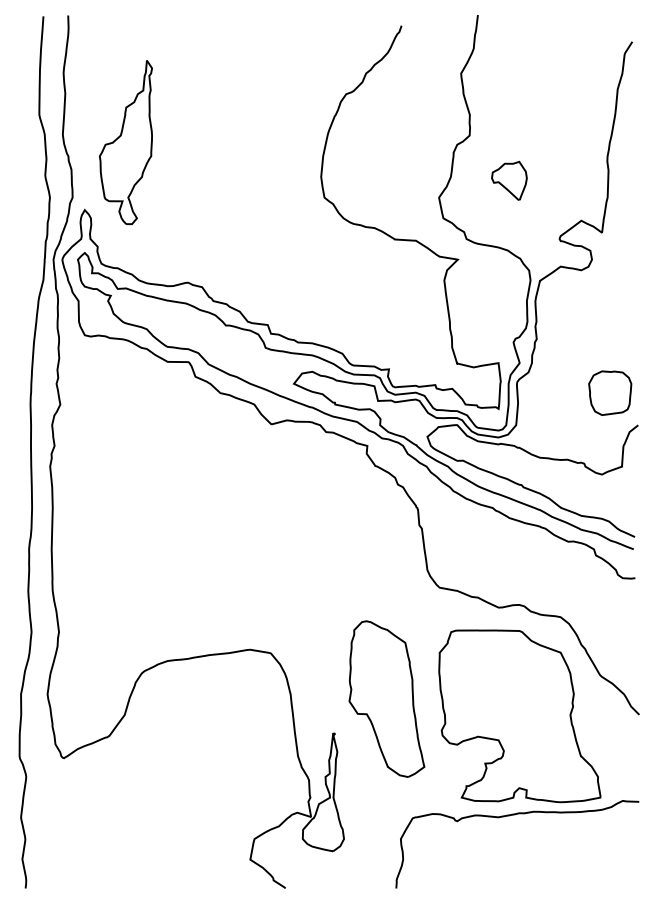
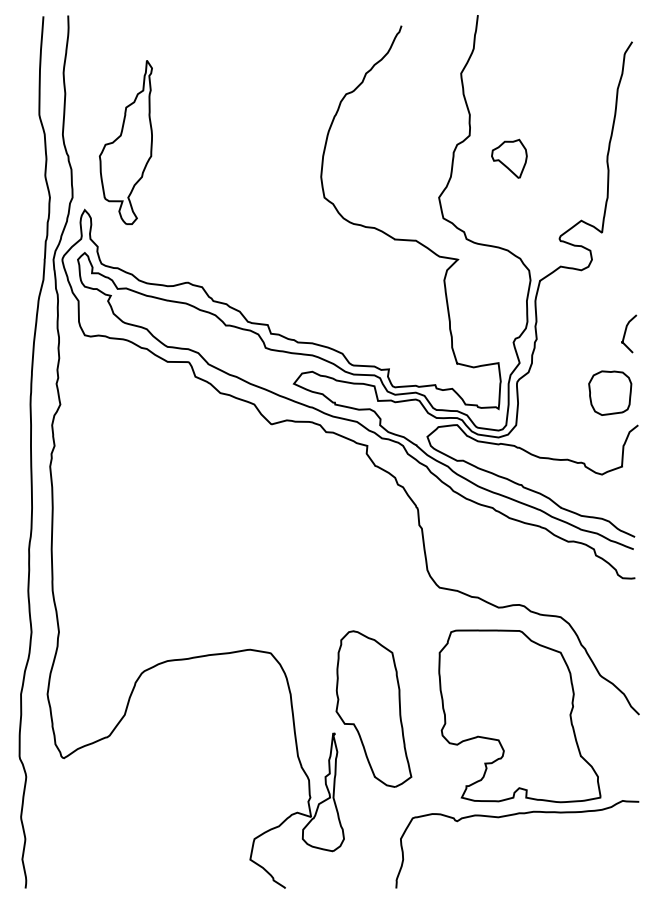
part at (509, 180) position: (509, 180) -> (509, 158)
curve at (626, 331): none -> present
part at (386, 698) position: (386, 698) -> (373, 708)
